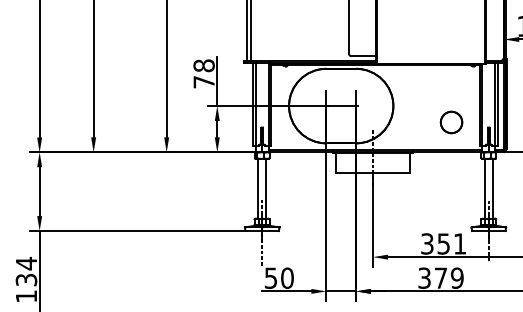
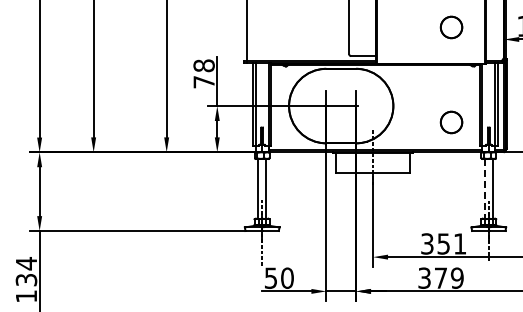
part at (451, 27): none -> present
line at (250, 31): present -> none
line at (484, 188): solid -> dashed
